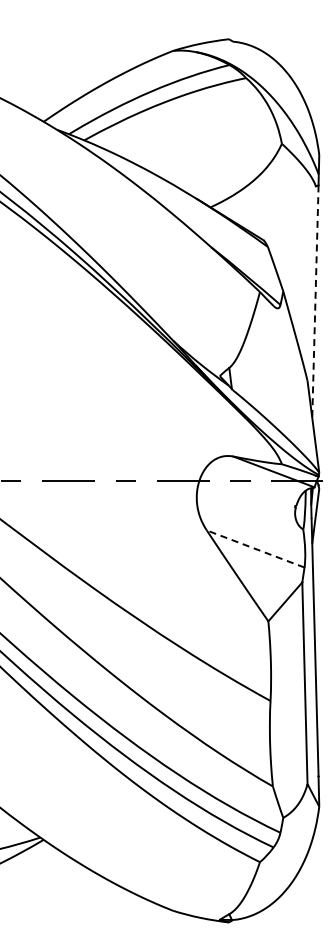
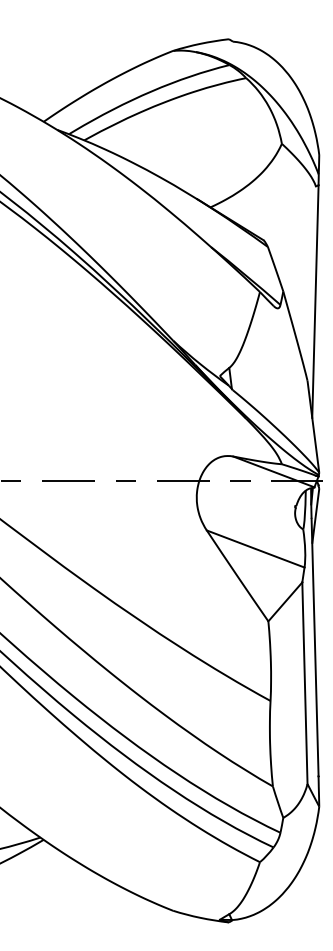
line at (315, 302): dashed -> solid
line at (255, 548): dashed -> solid
